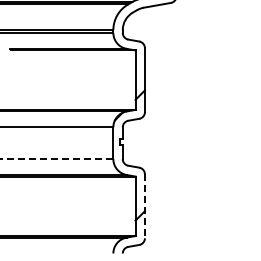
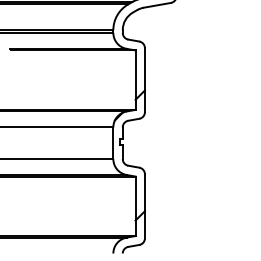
line at (56, 159): dashed -> solid
line at (144, 206): dashed -> solid
